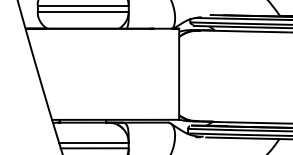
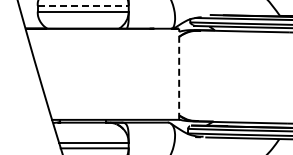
line at (83, 5): solid -> dashed
line at (179, 74): solid -> dashed
